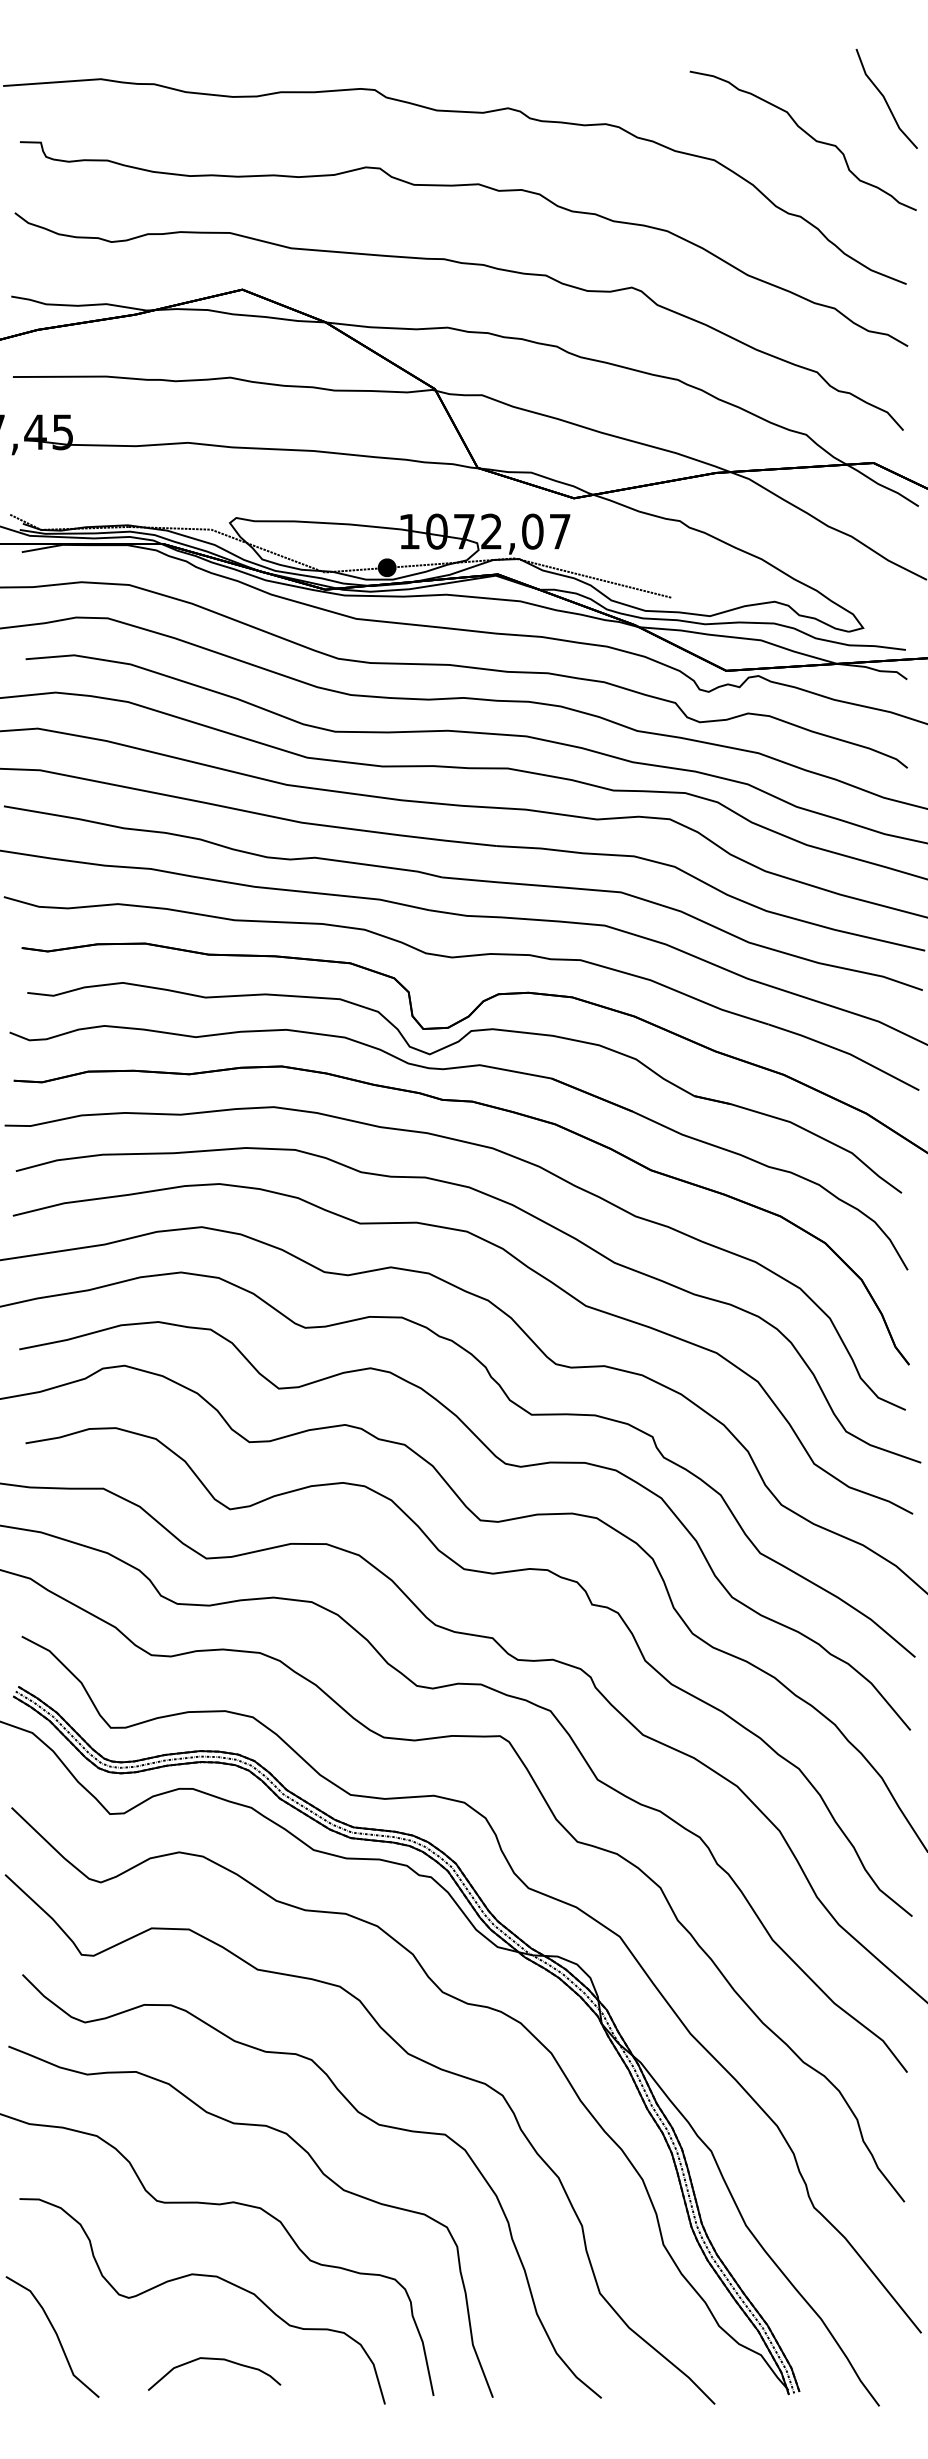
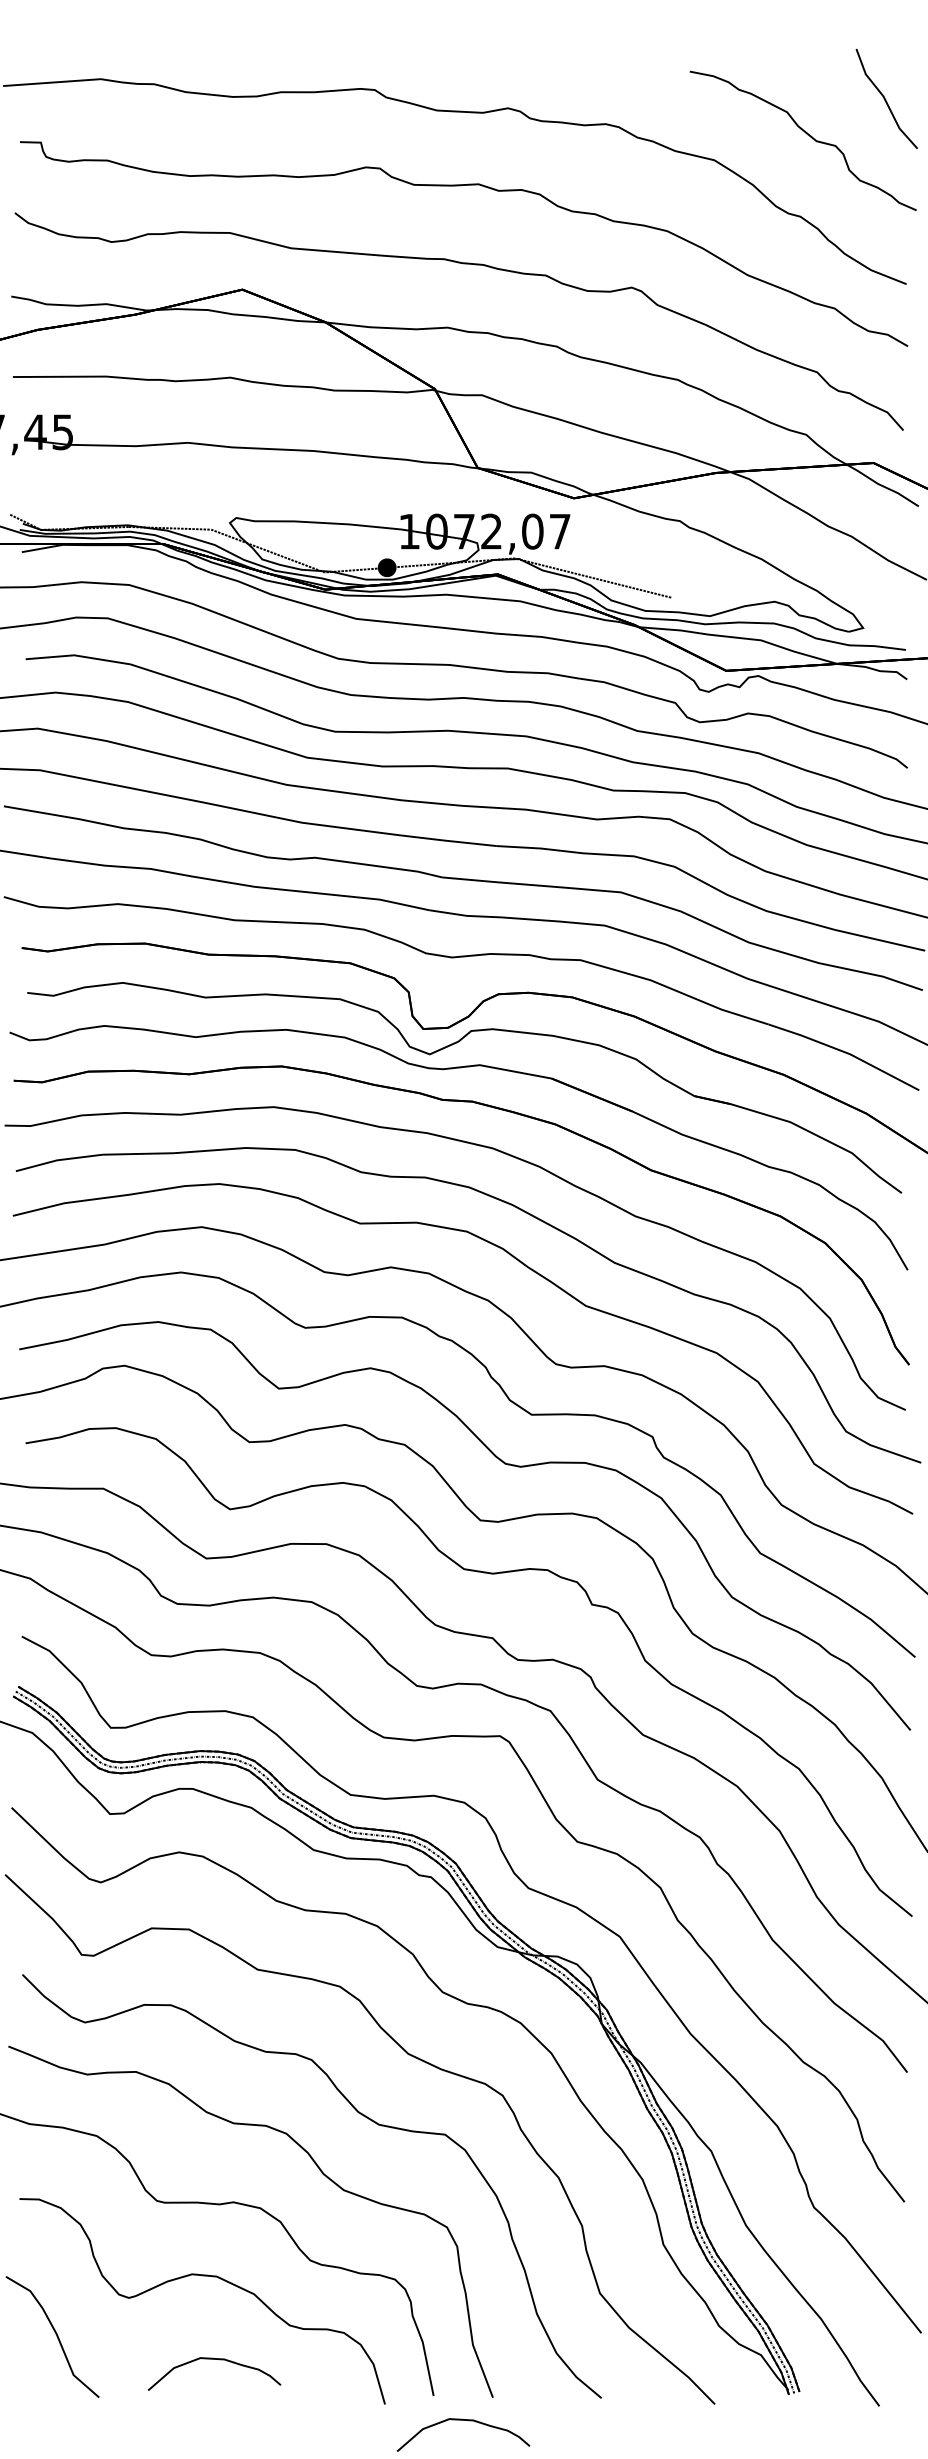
curve at (468, 2421): none -> present
